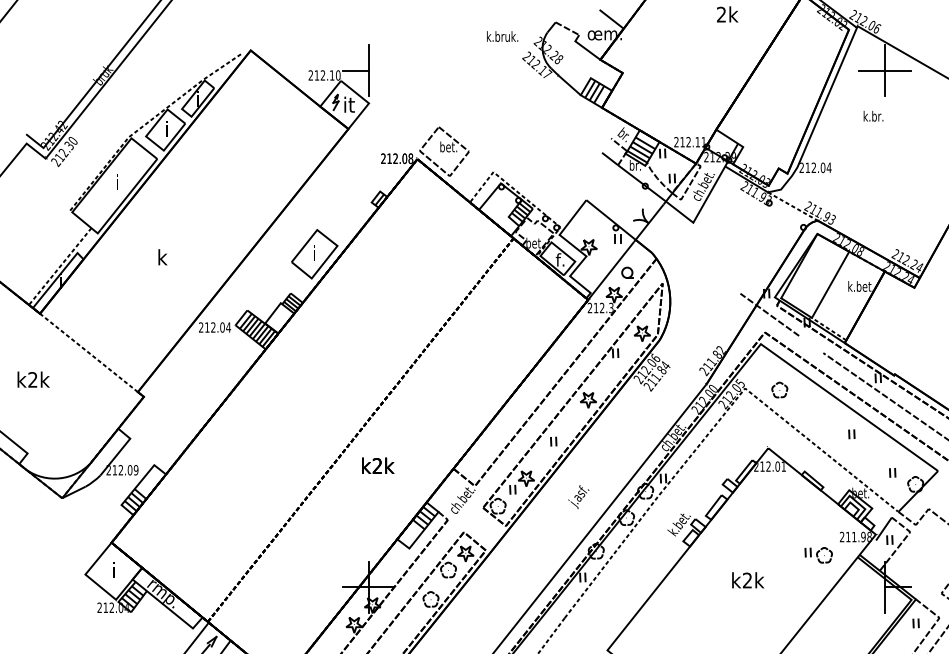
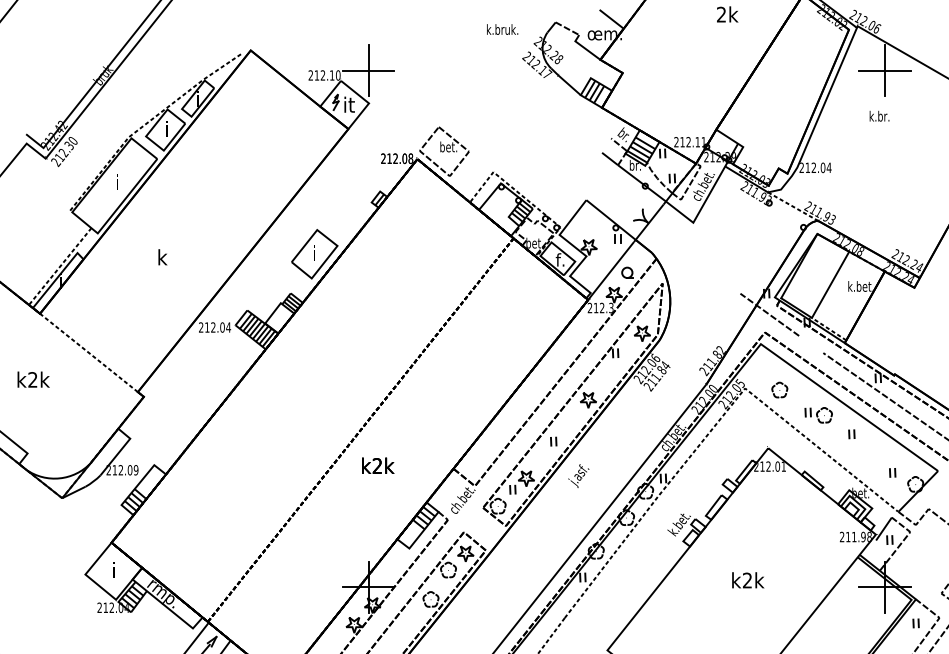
text at (502, 36) position: (502, 36) -> (502, 29)
line at (381, 70): none -> present
text at (873, 115) position: (873, 115) -> (879, 115)
text at (578, 496) position: (578, 496) -> (578, 475)
part at (818, 555) position: (818, 555) -> (818, 415)
line at (872, 587): none -> present
